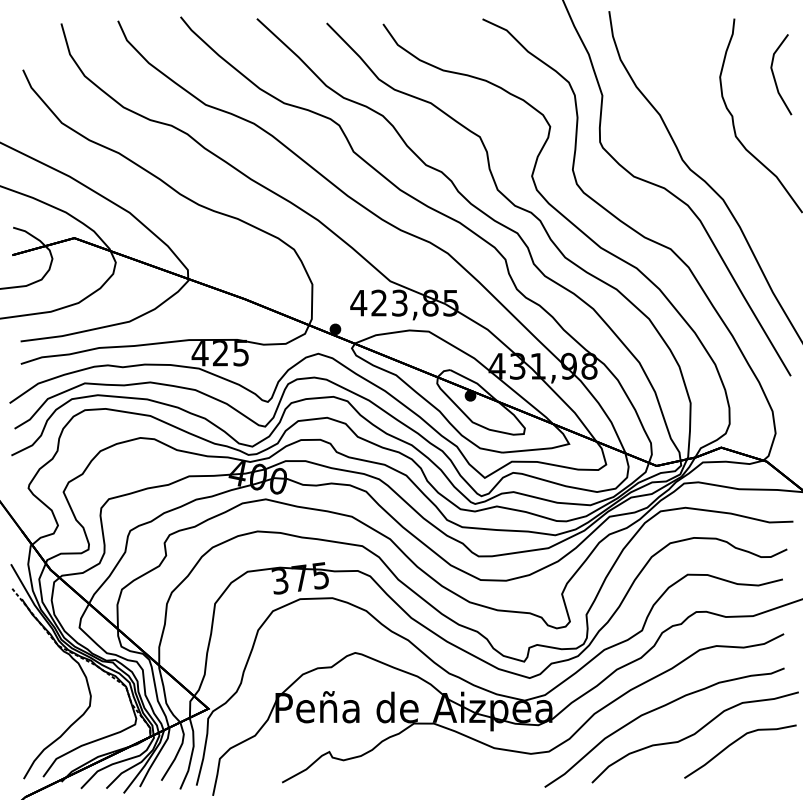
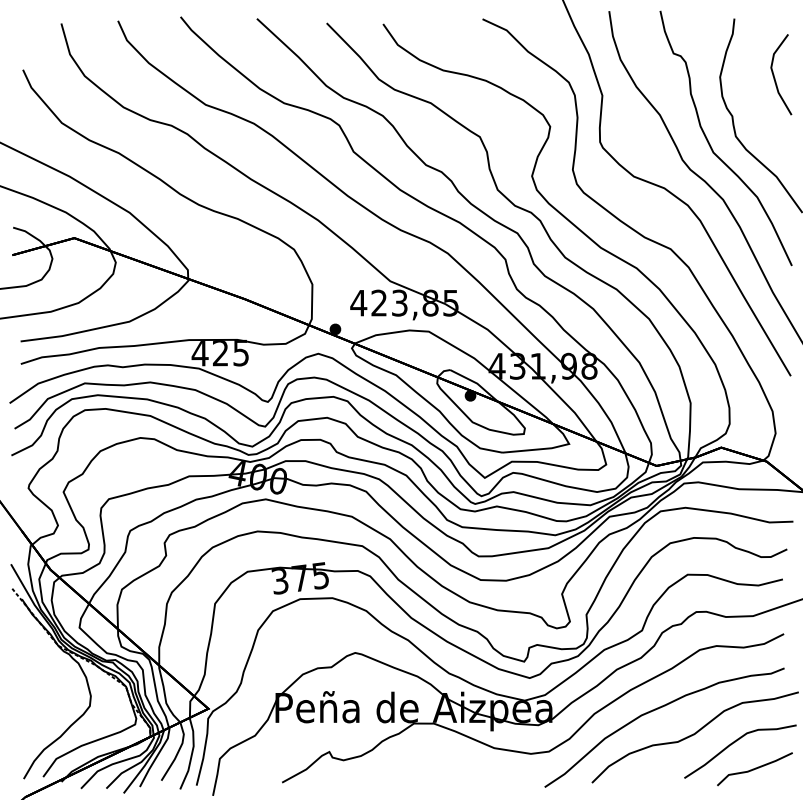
curve at (711, 146): none -> present
line at (754, 769): none -> present
